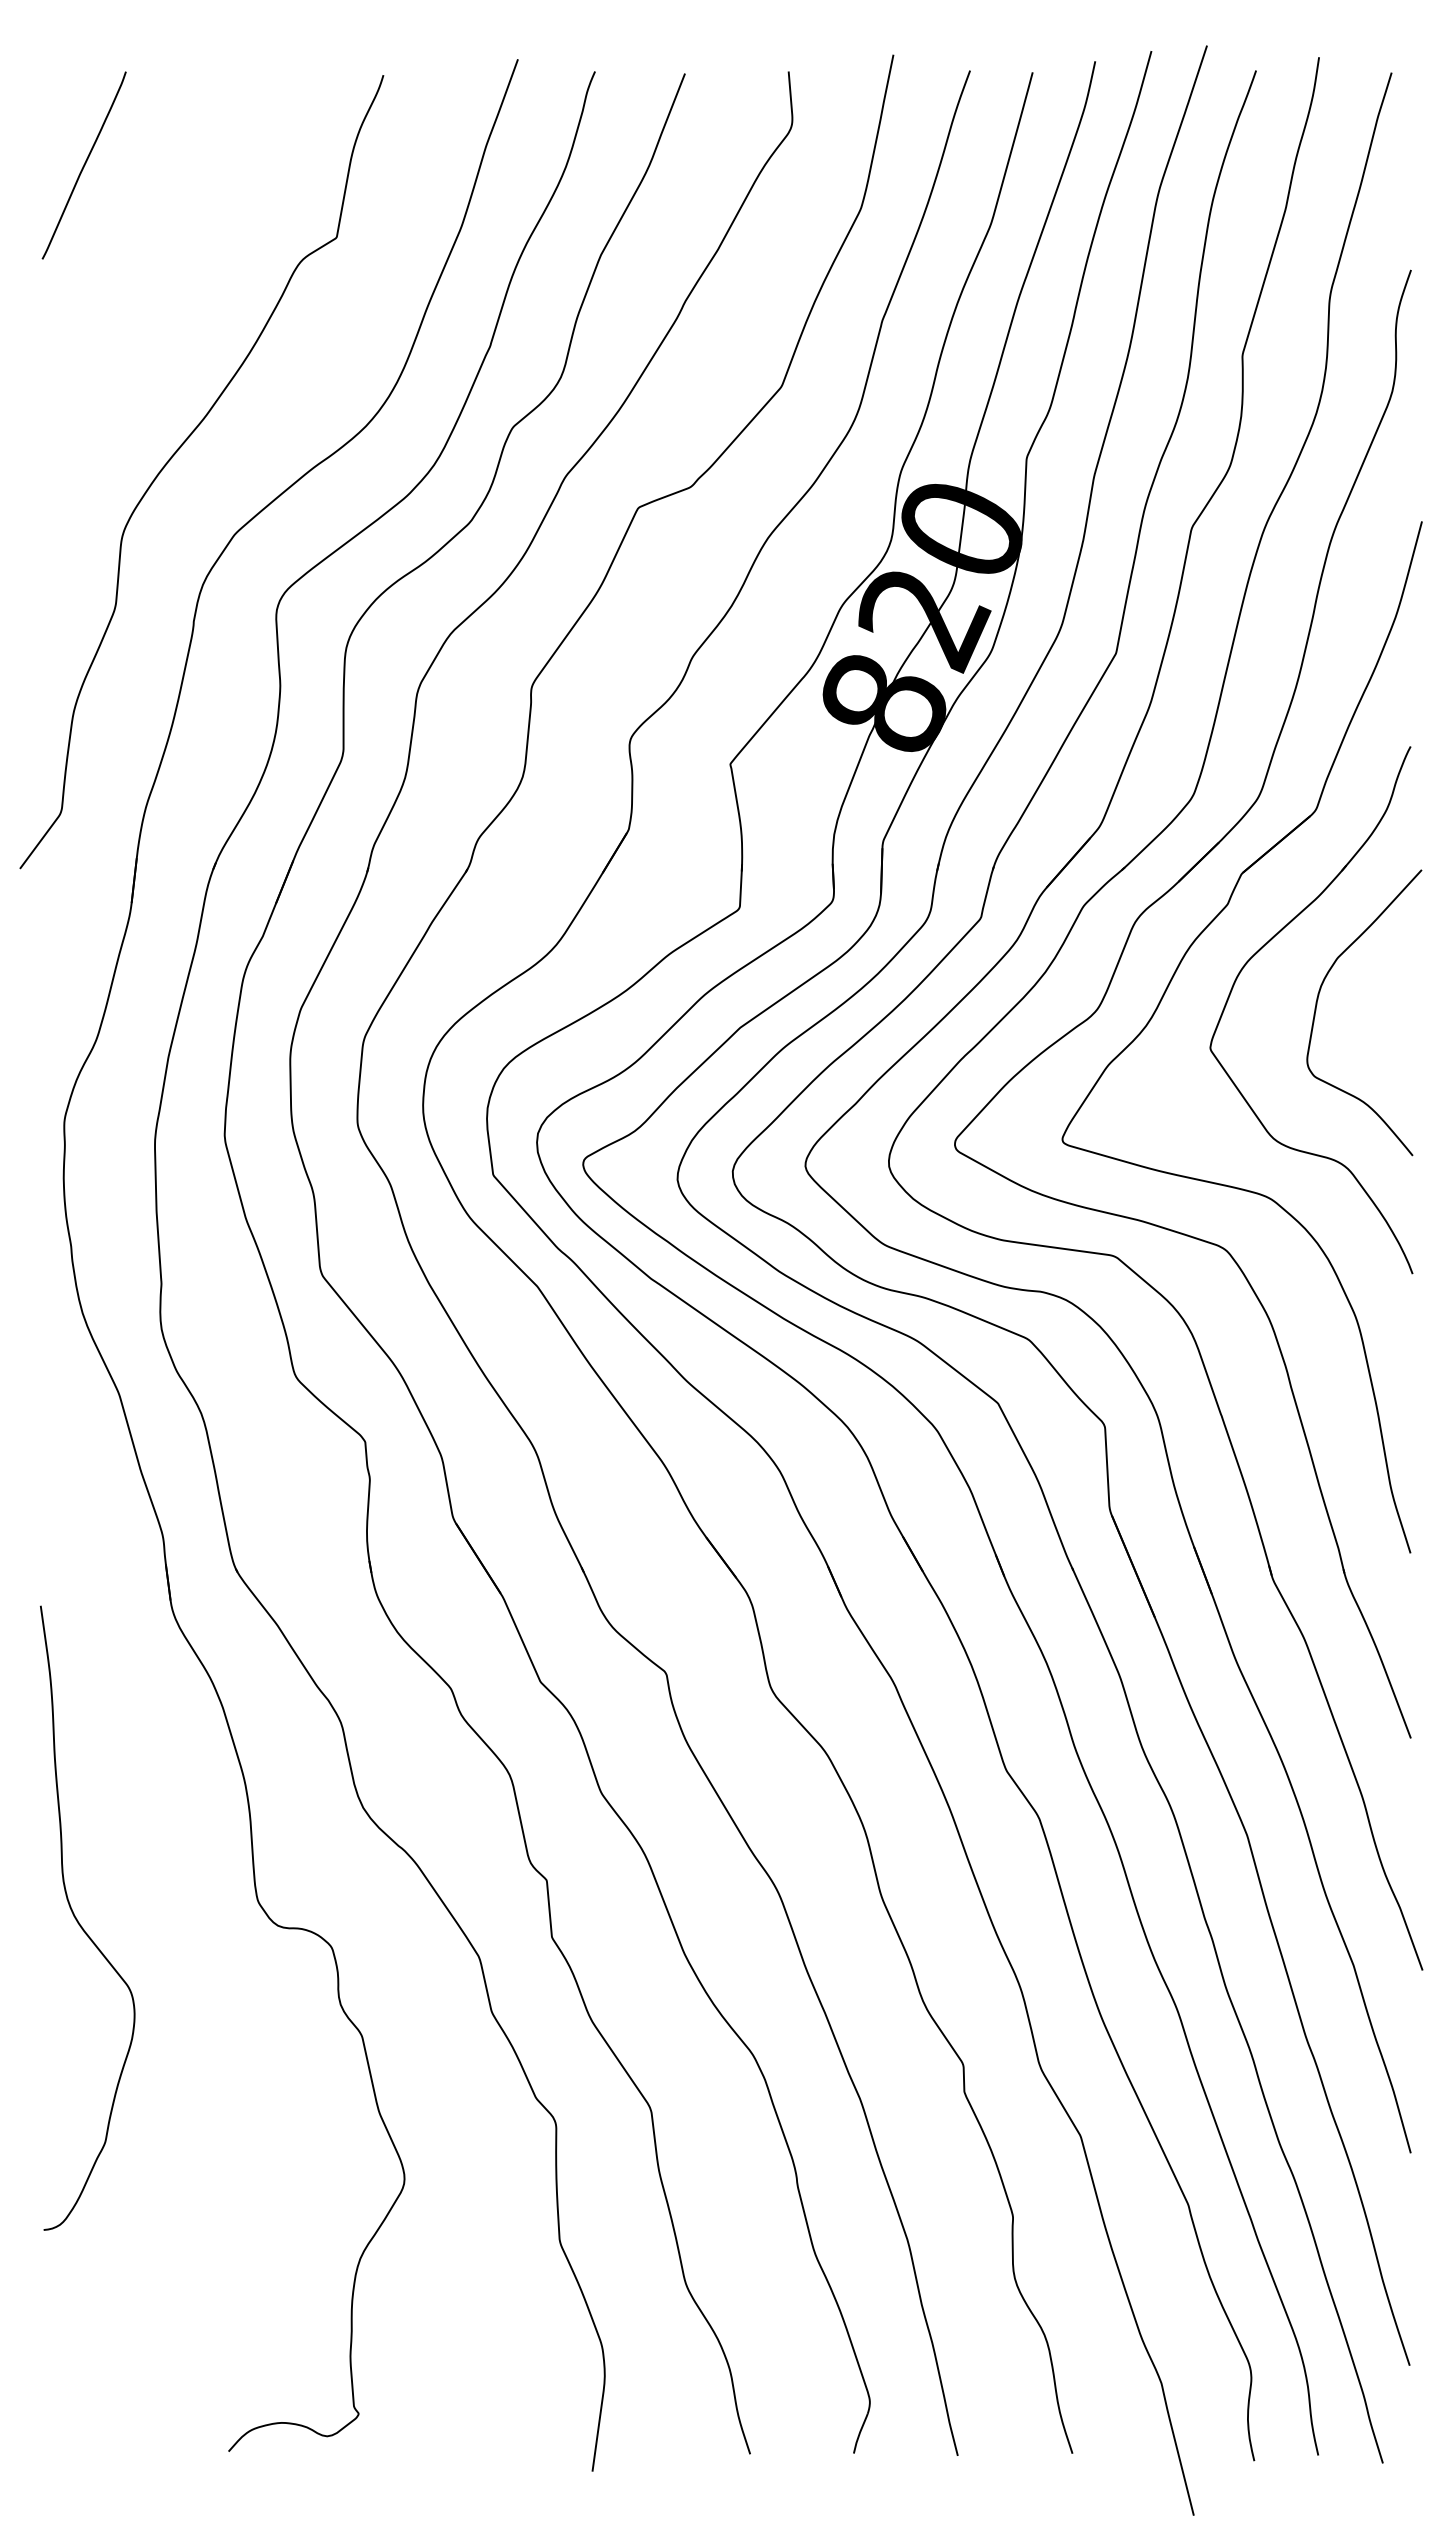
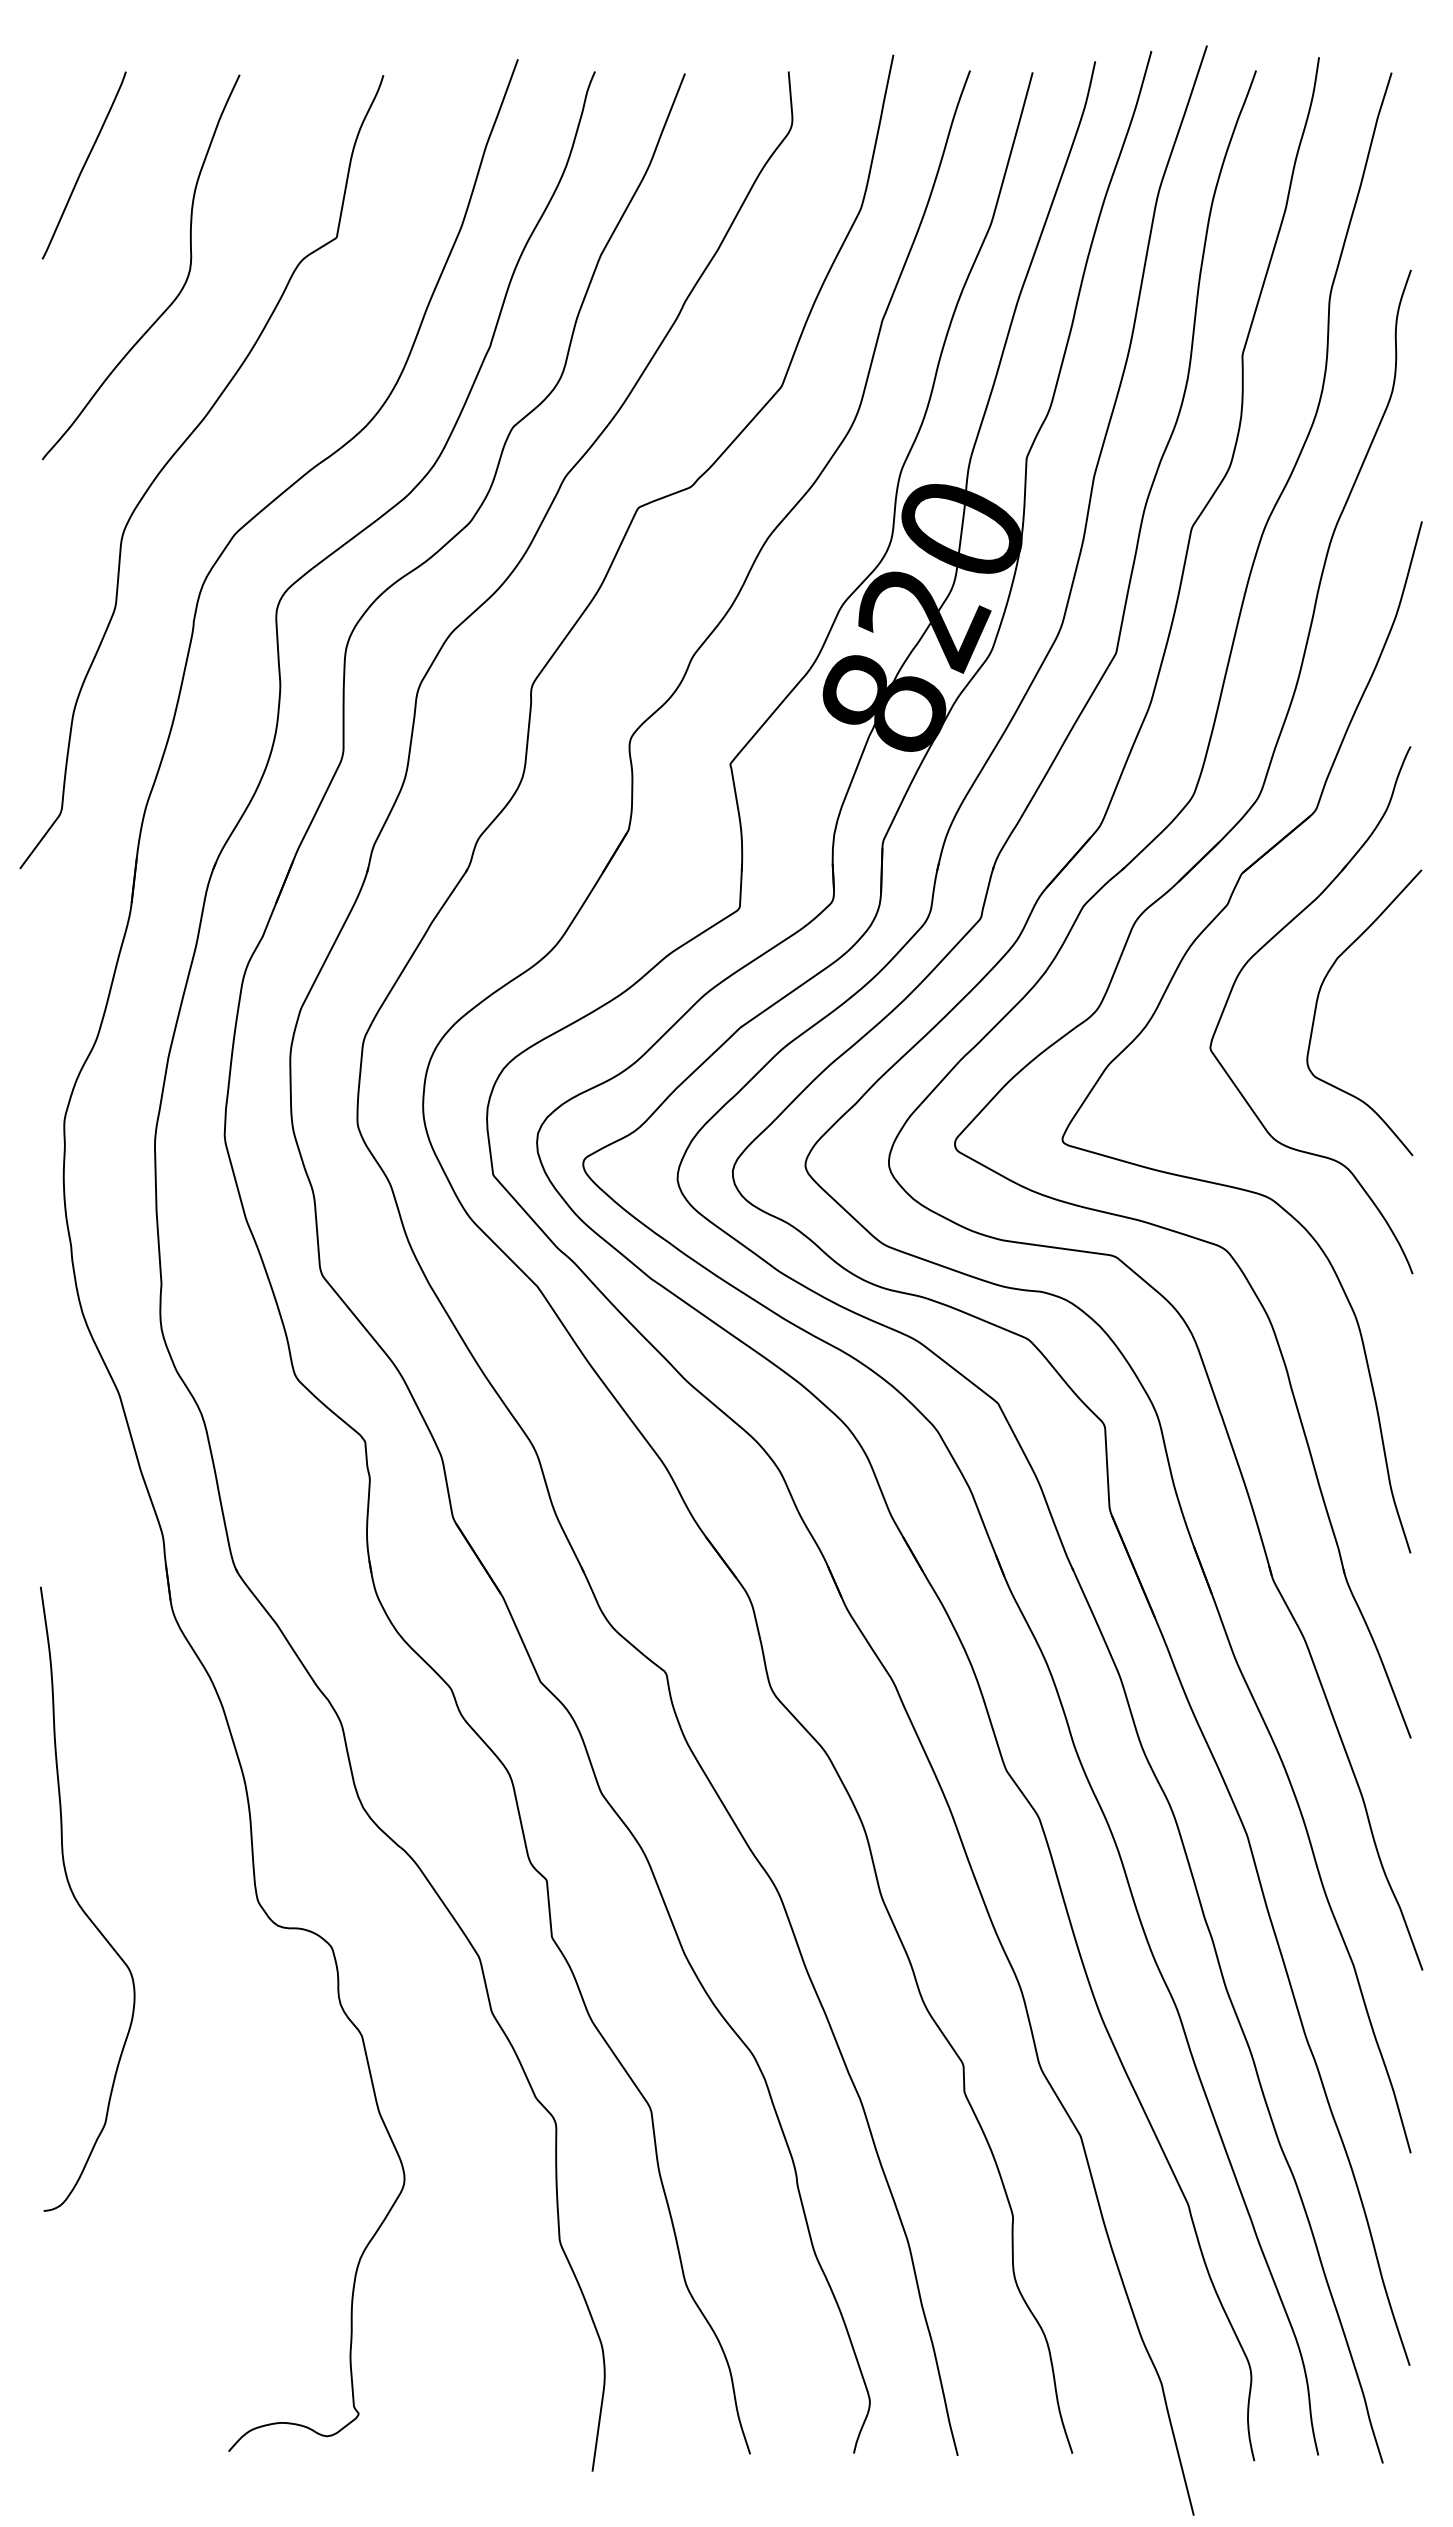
curve at (180, 289): none -> present
curve at (79, 1922) position: (79, 1922) -> (79, 1903)
